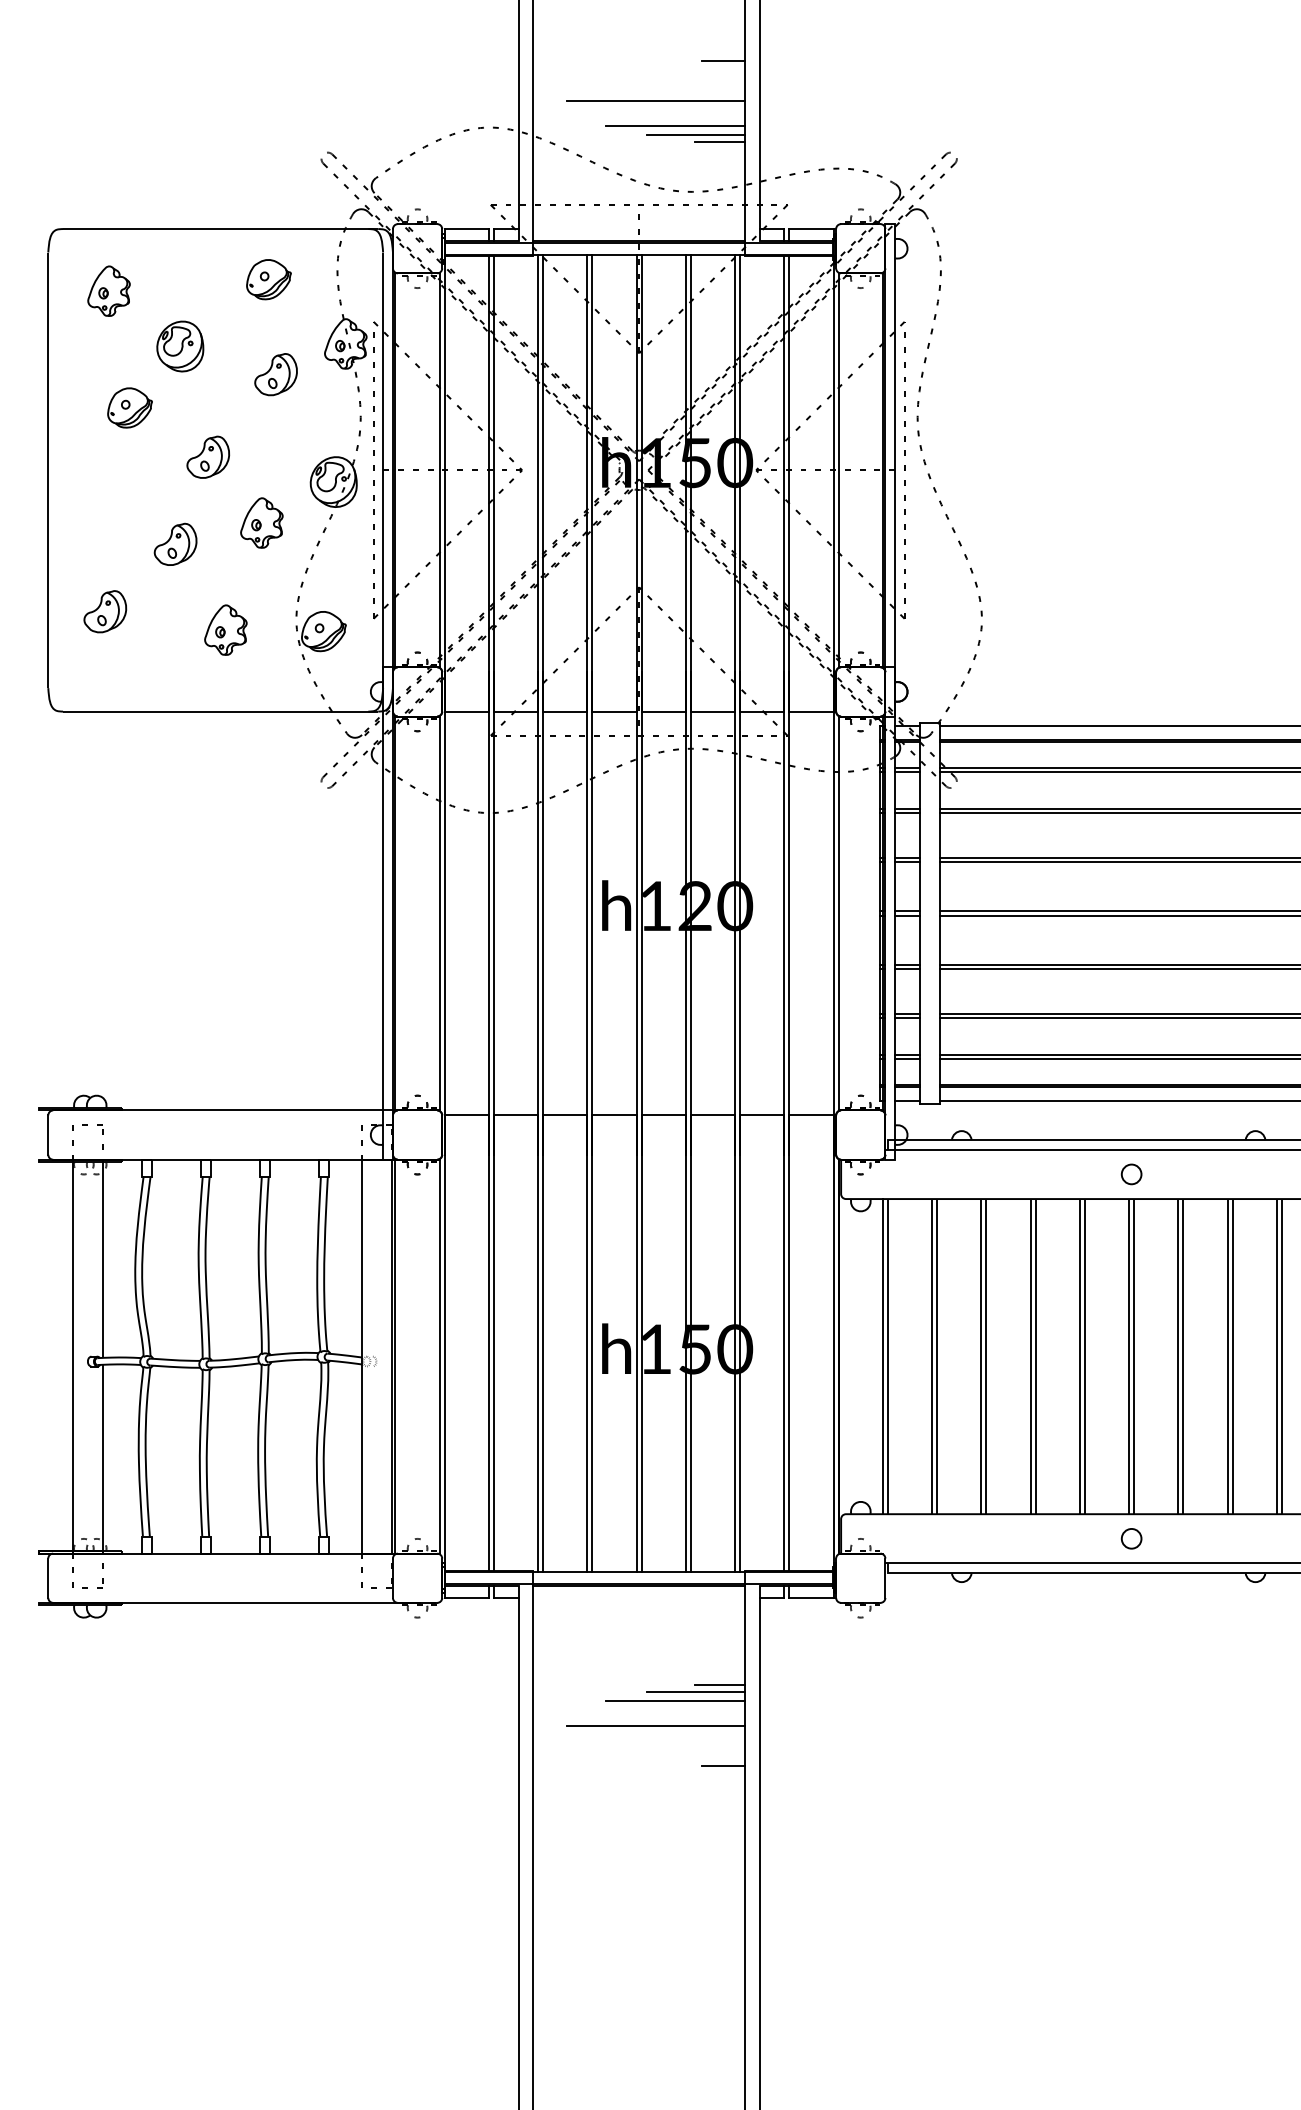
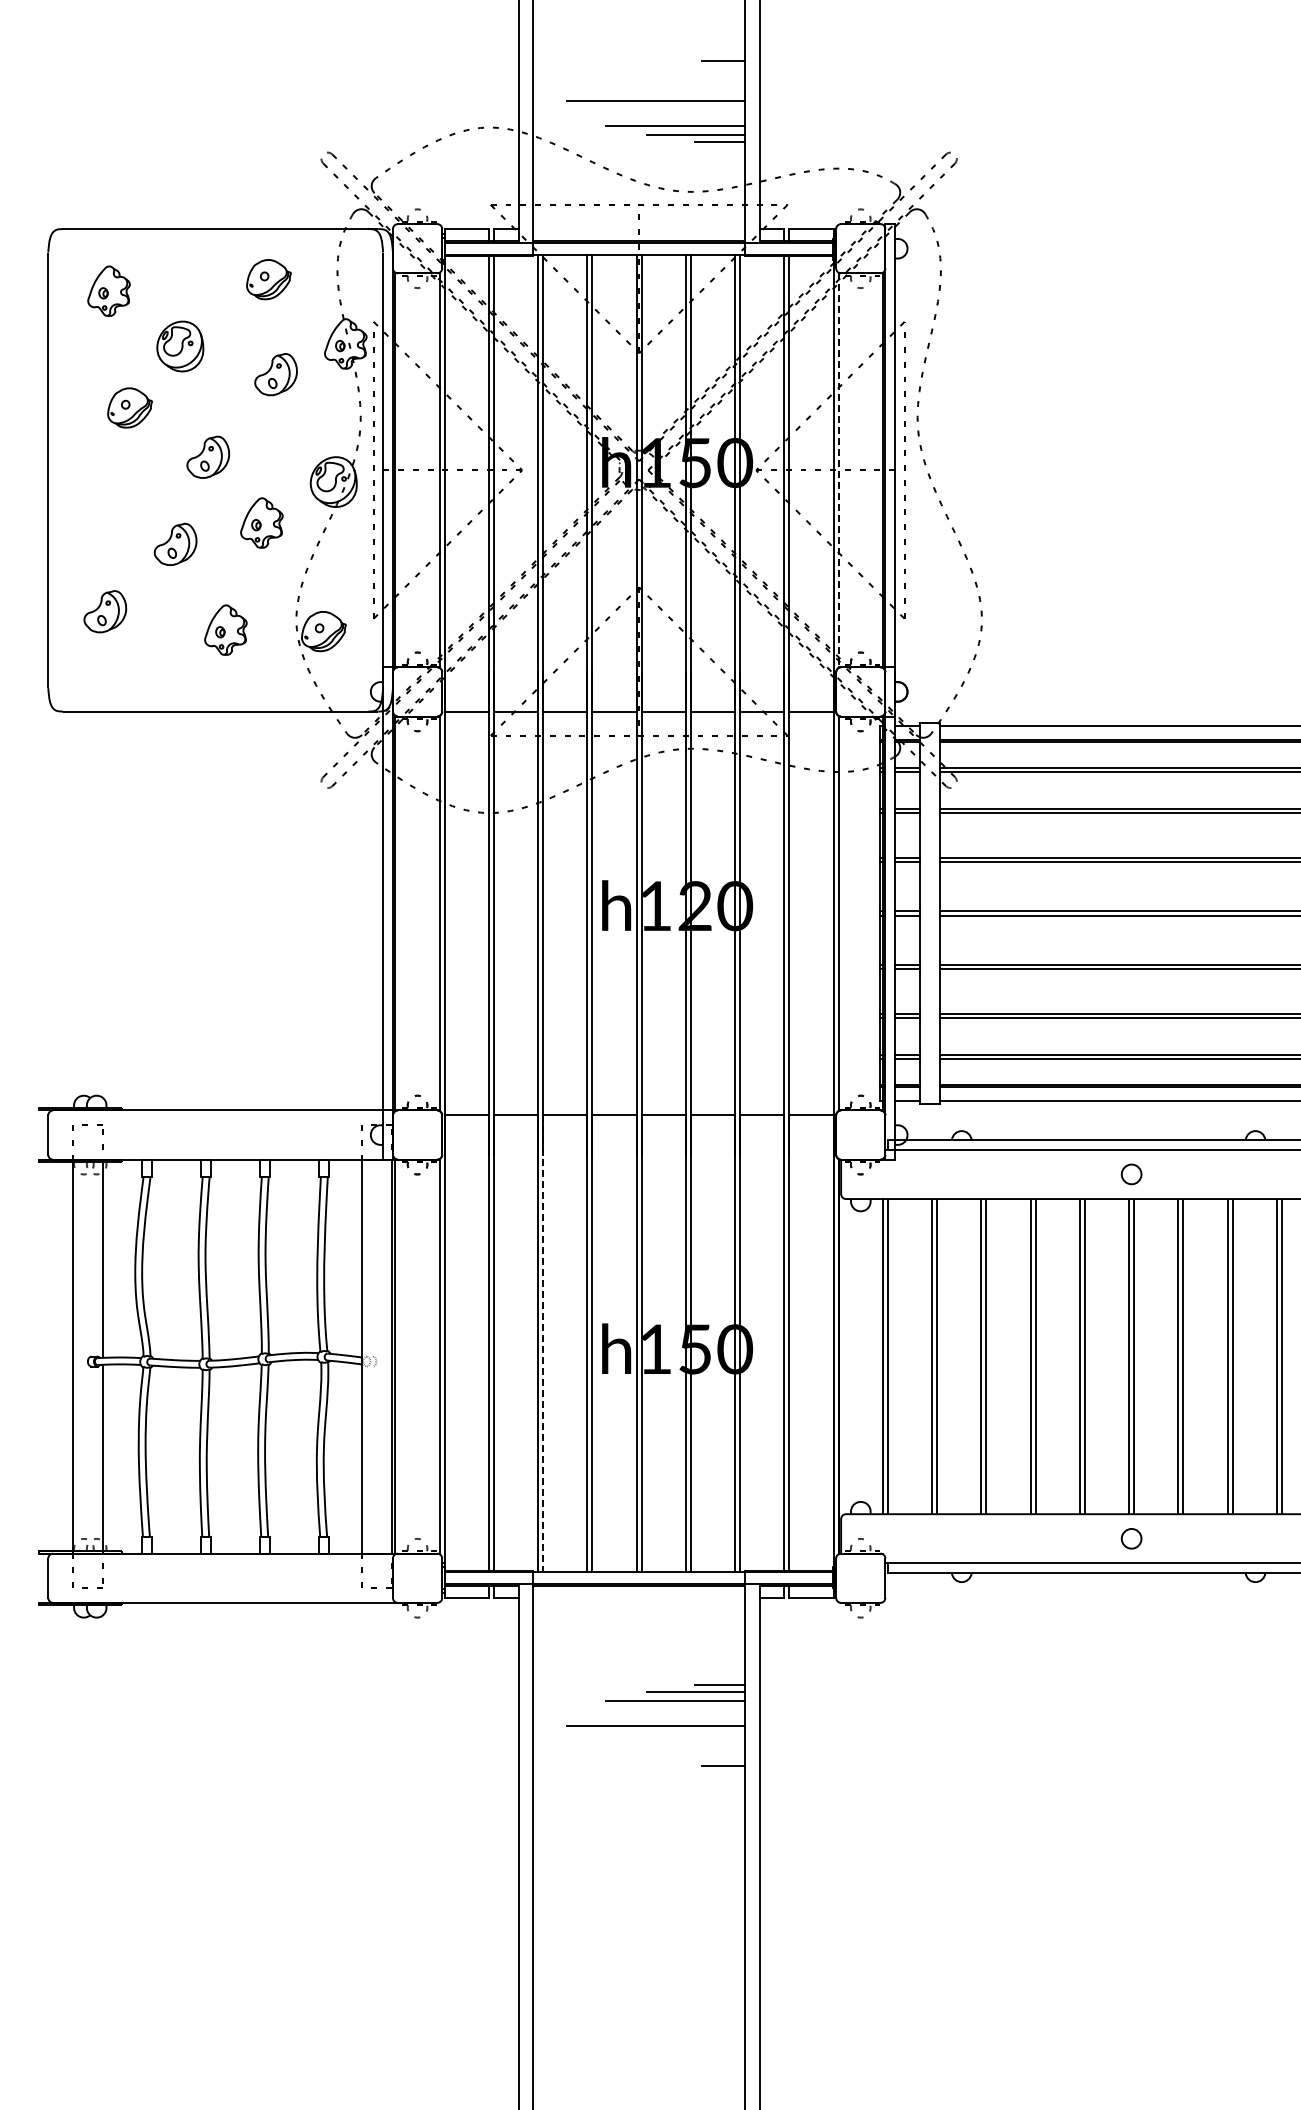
line at (838, 470): solid -> dashed
line at (543, 1344): solid -> dashed
